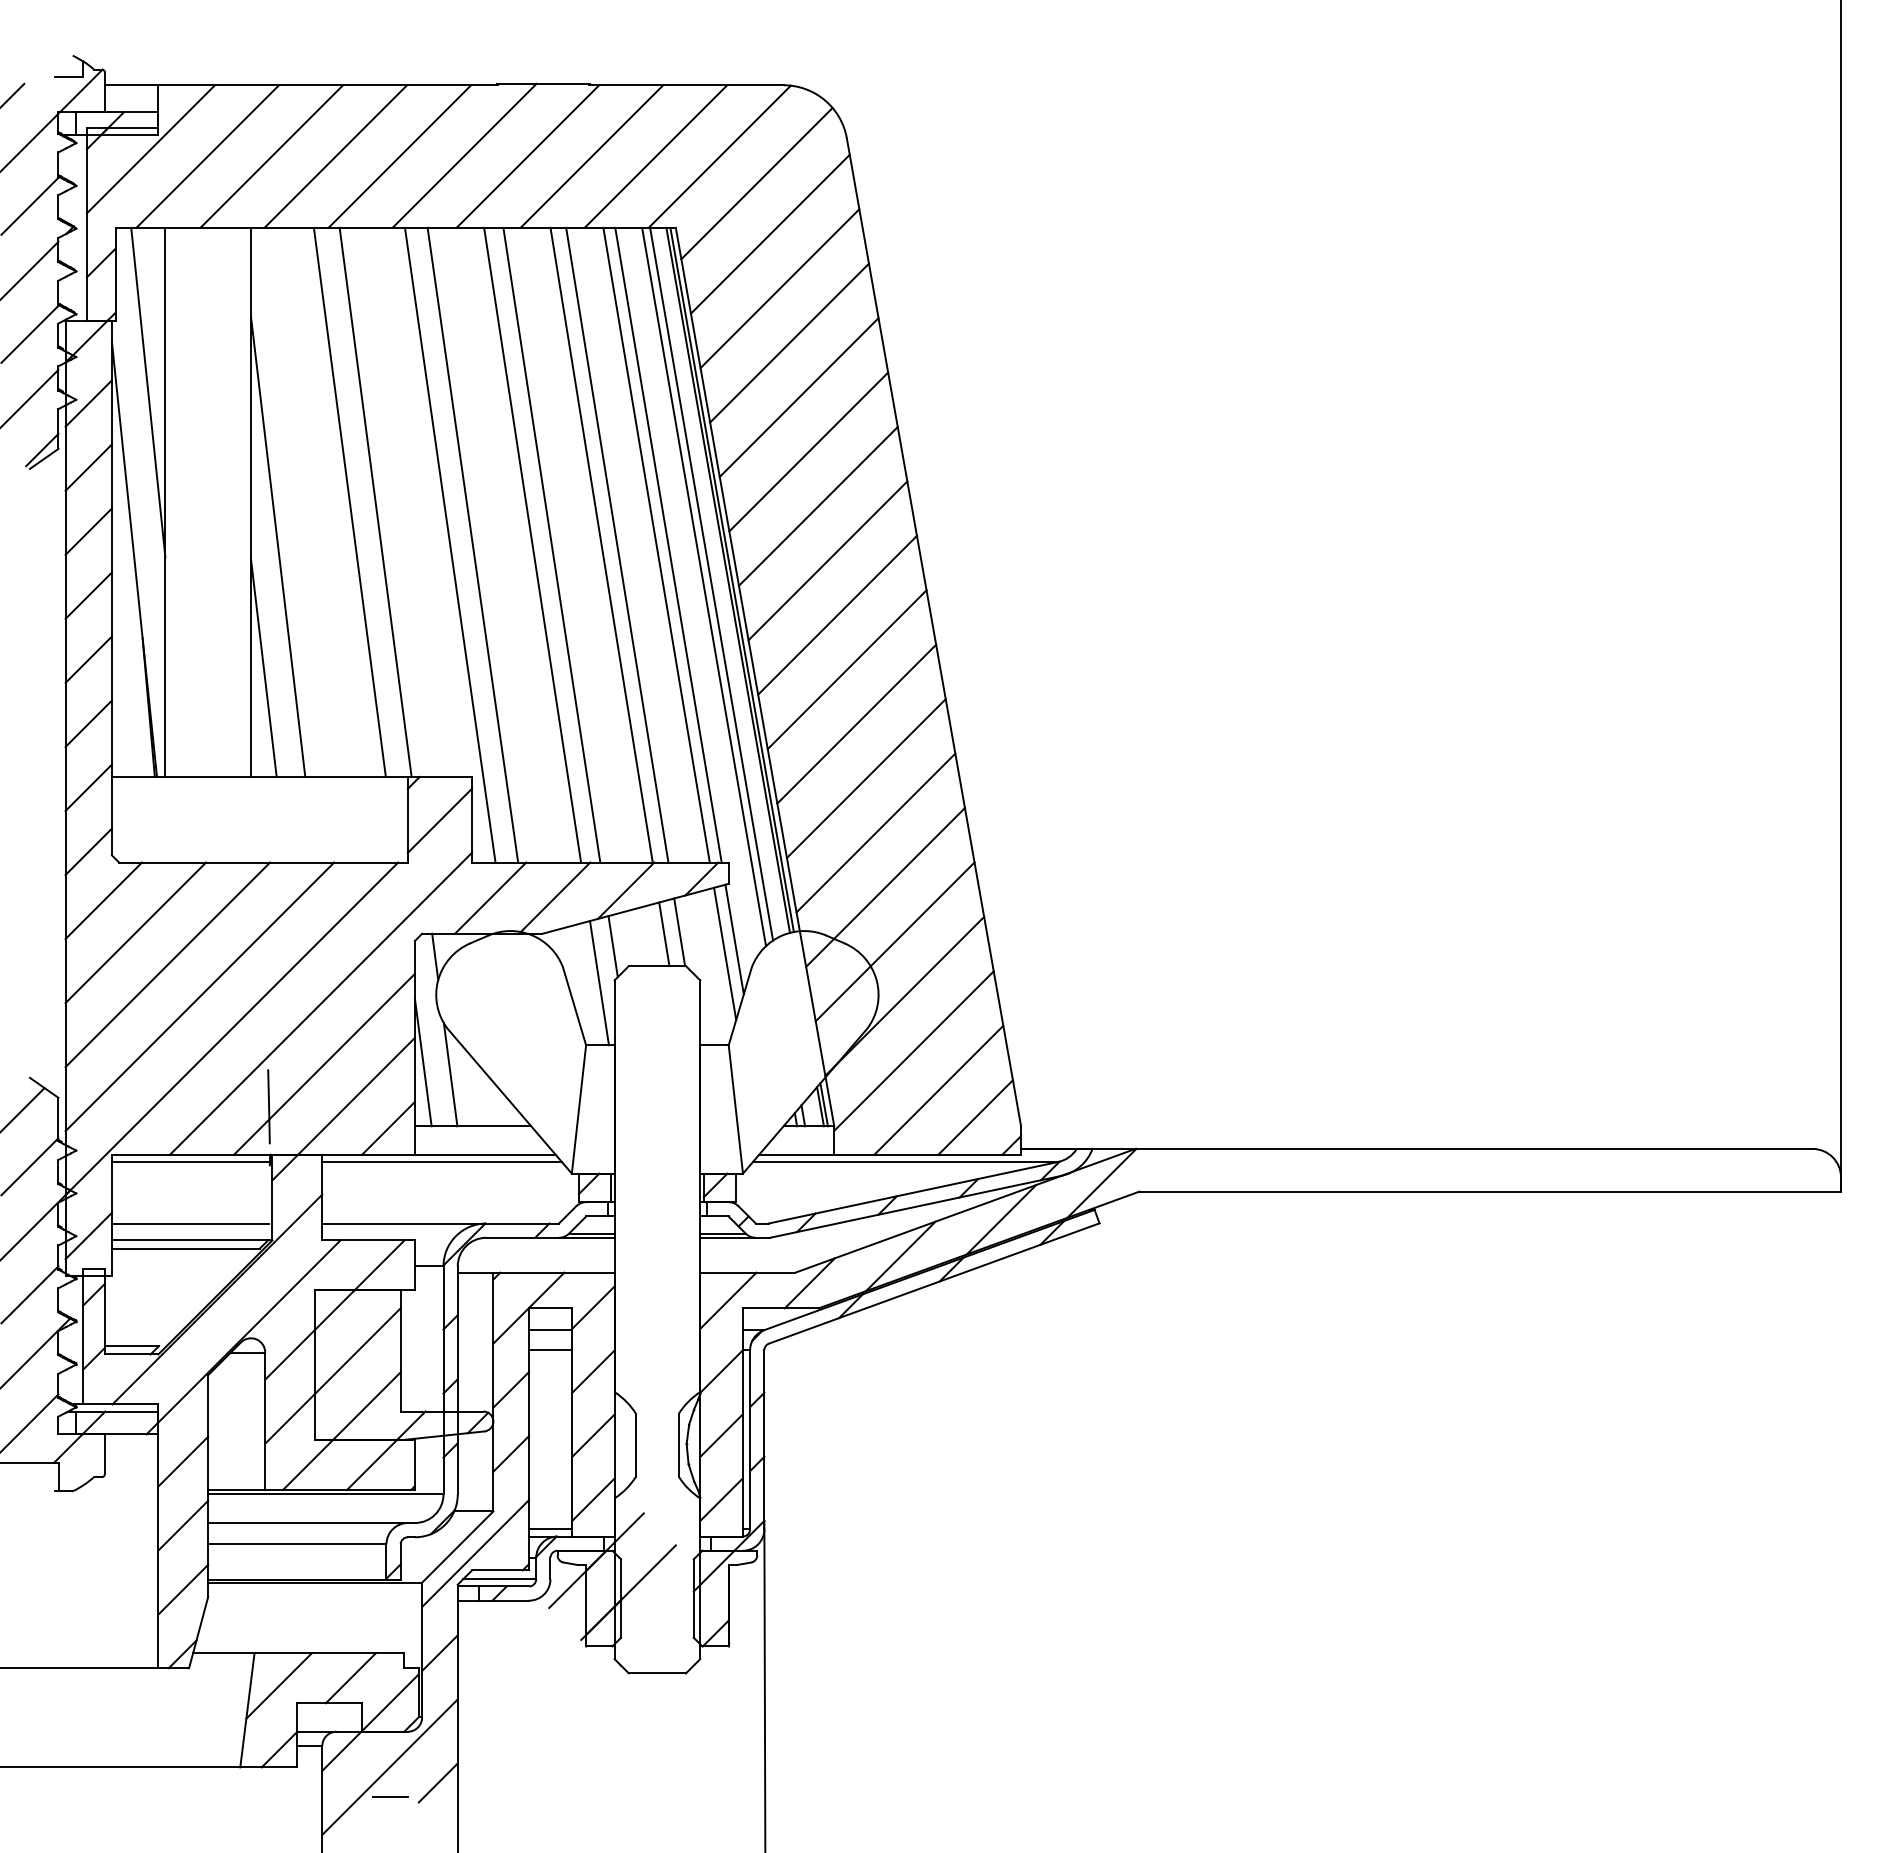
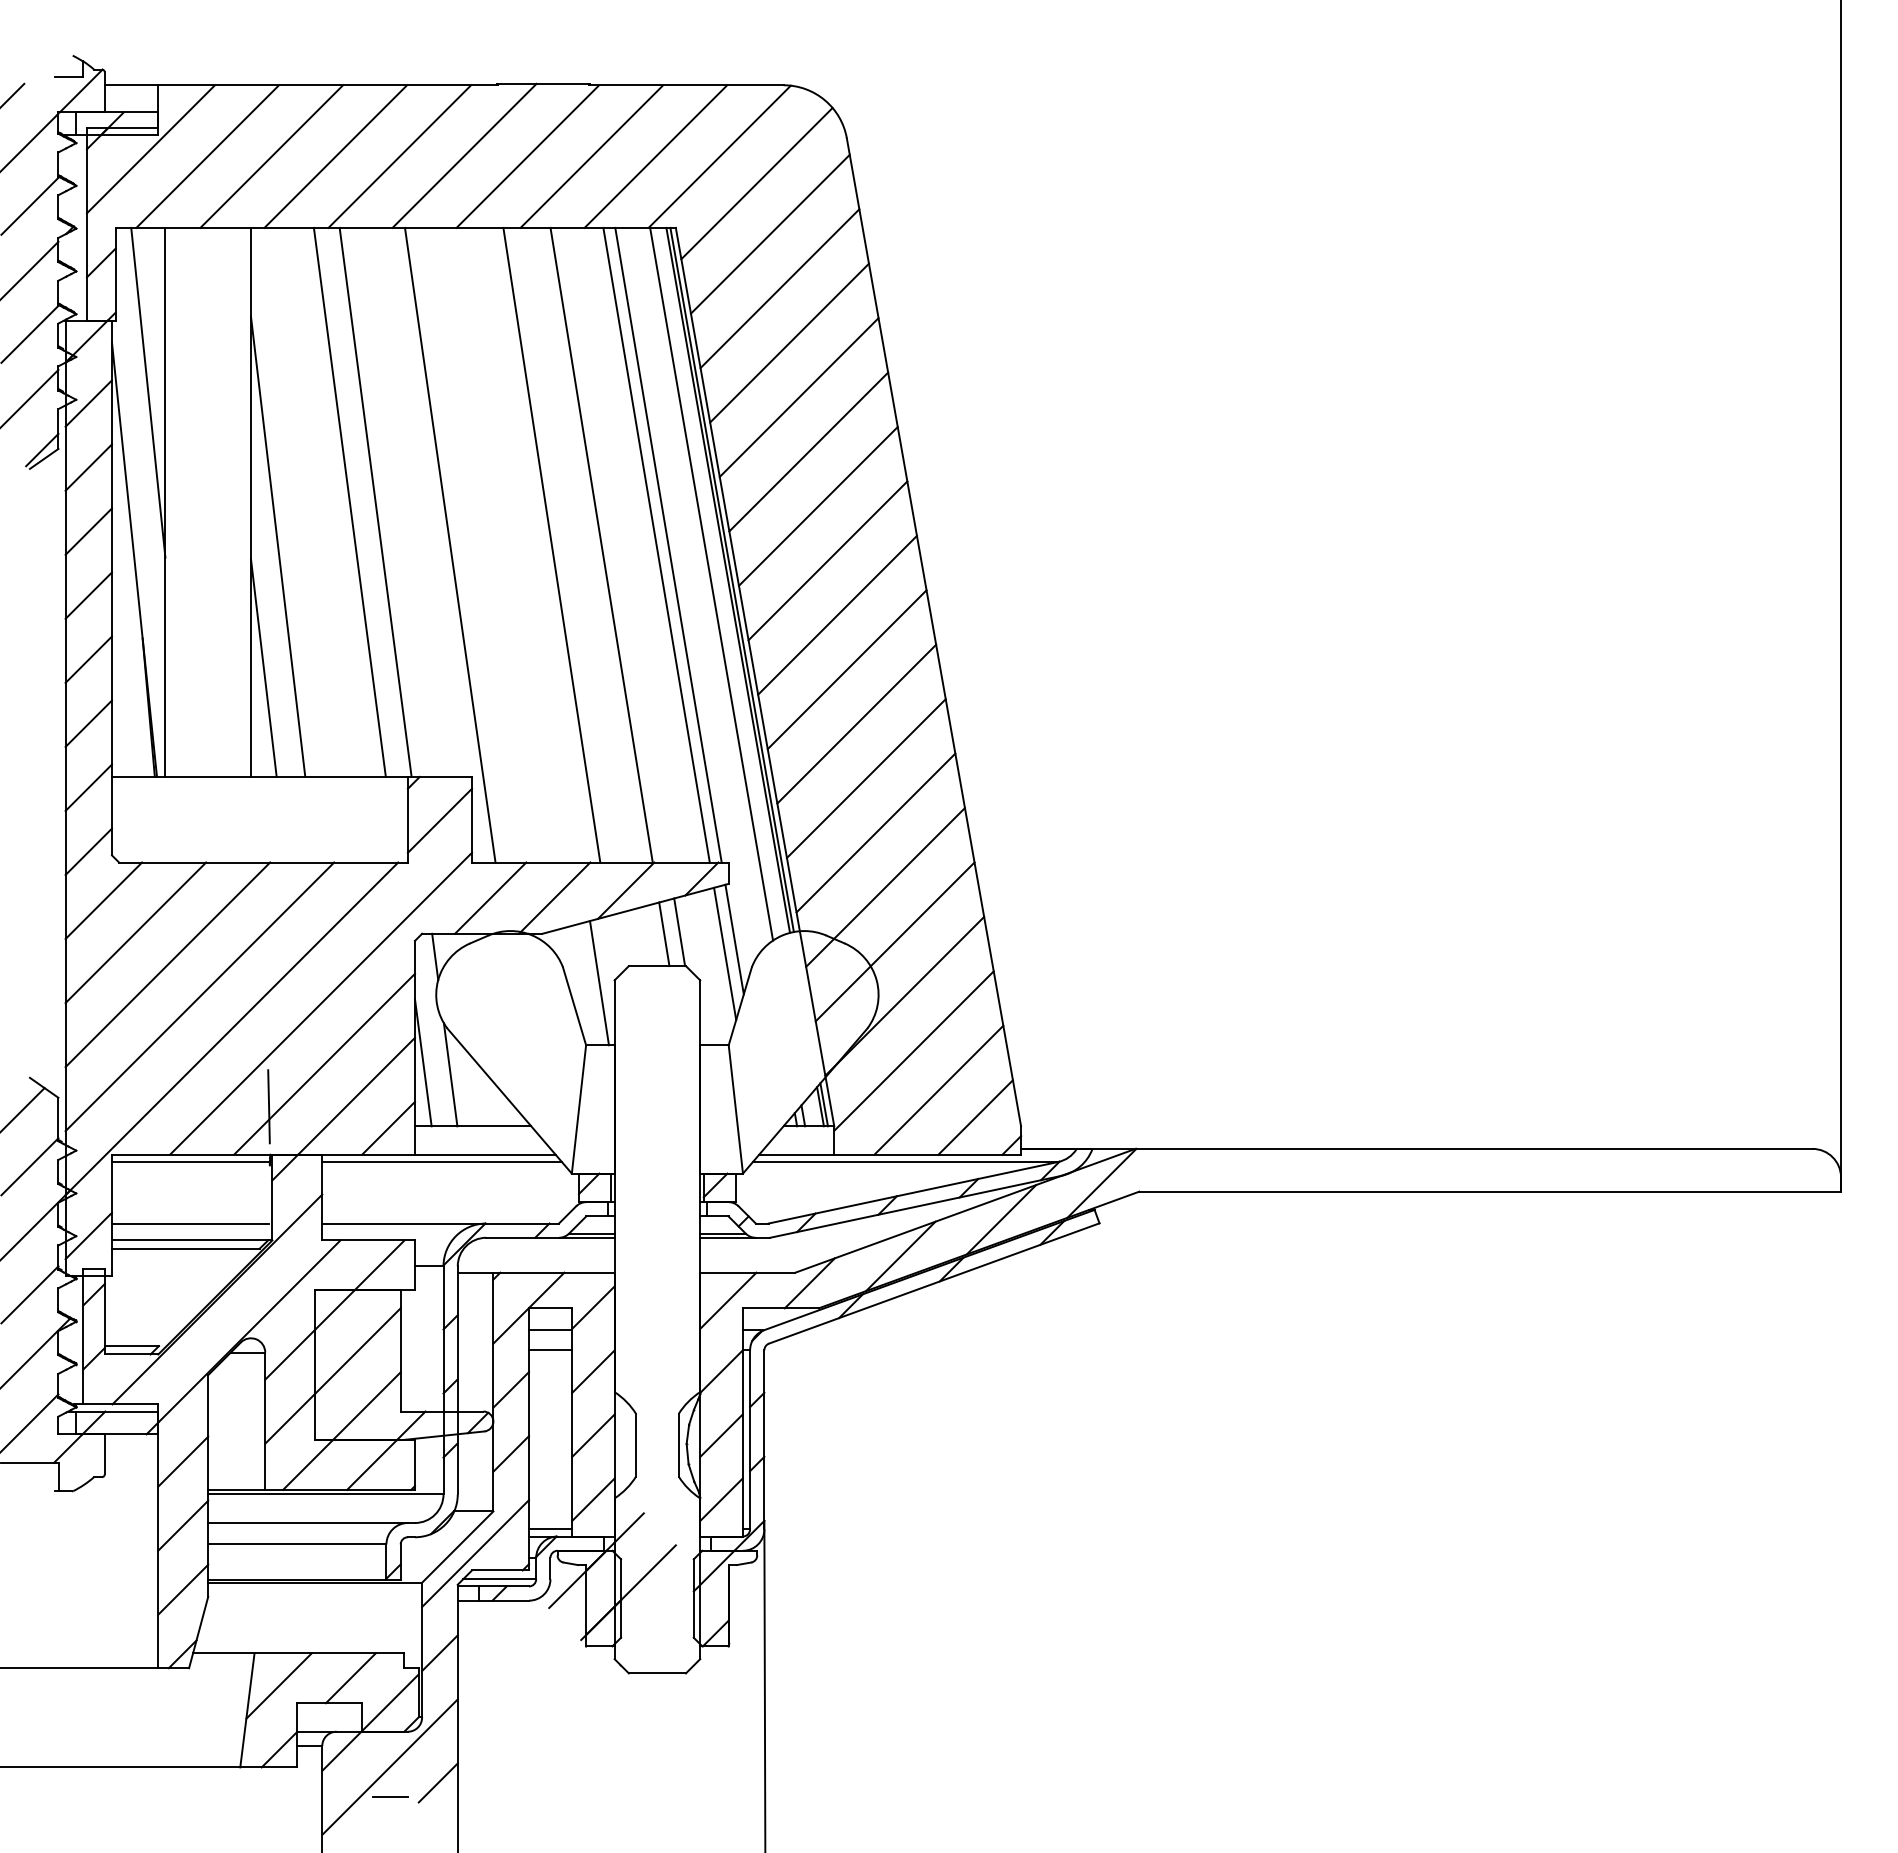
line at (472, 544): present -> none
line at (532, 544): present -> none
line at (617, 544): present -> none
line at (704, 586): present -> none
line at (612, 946): present -> none
